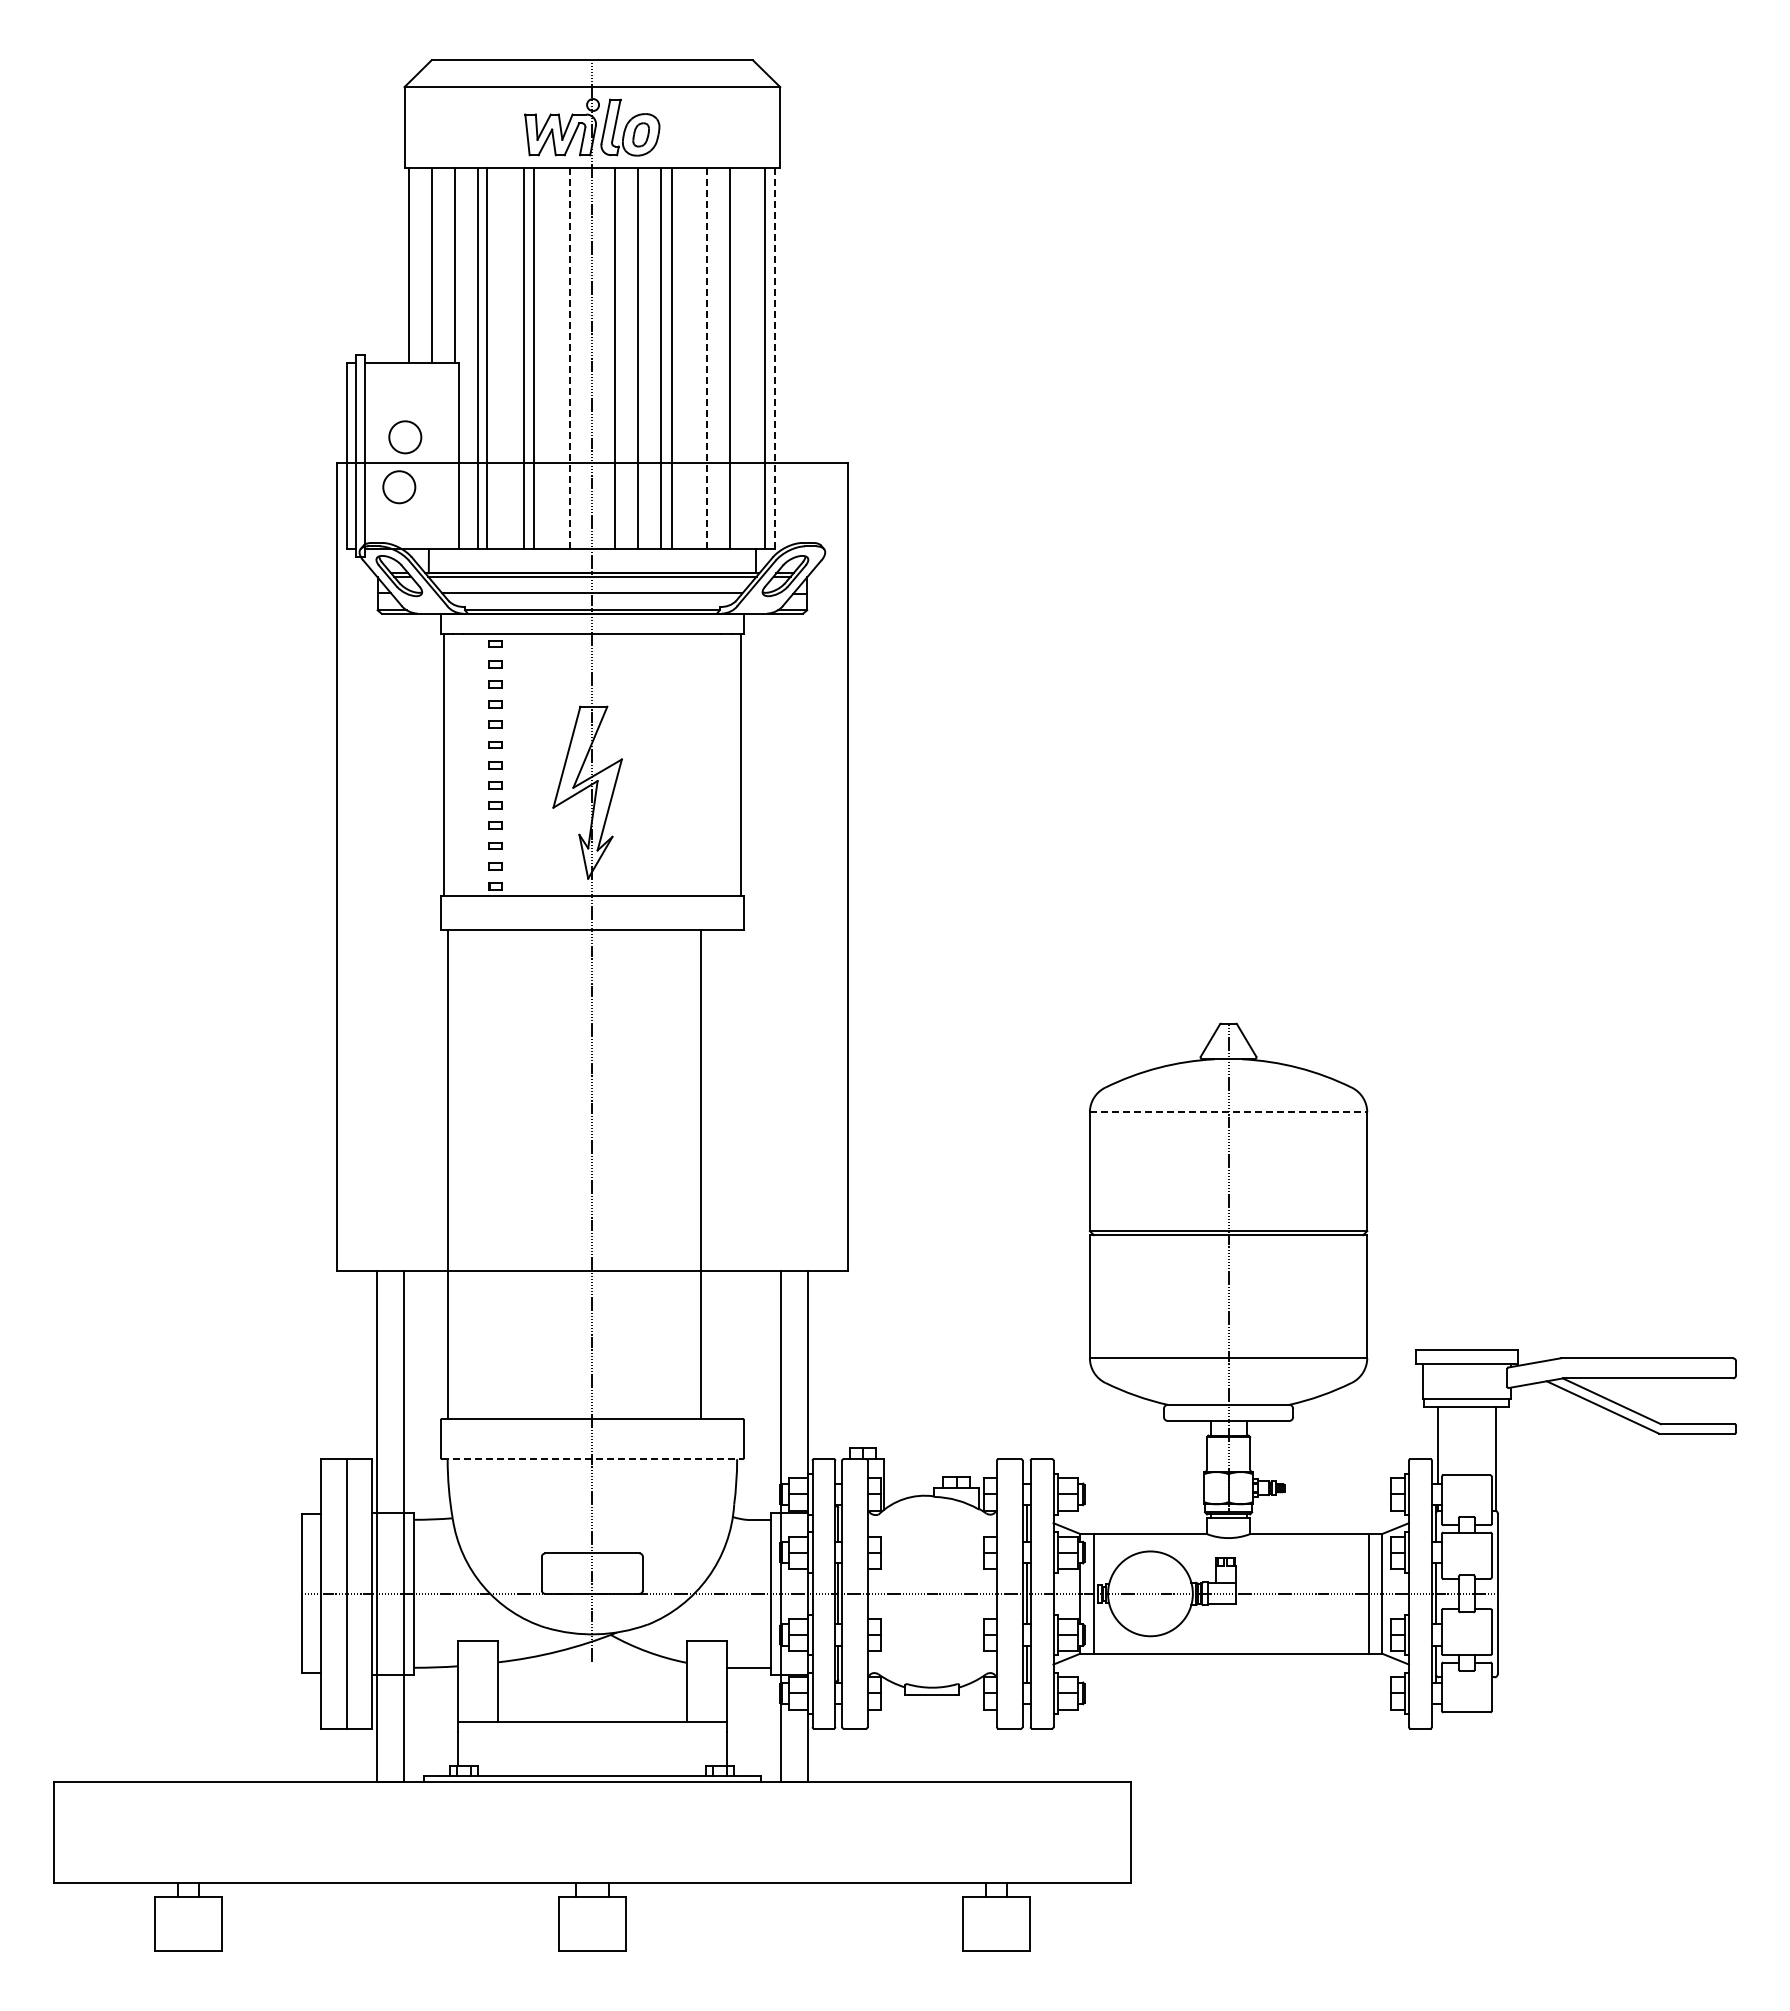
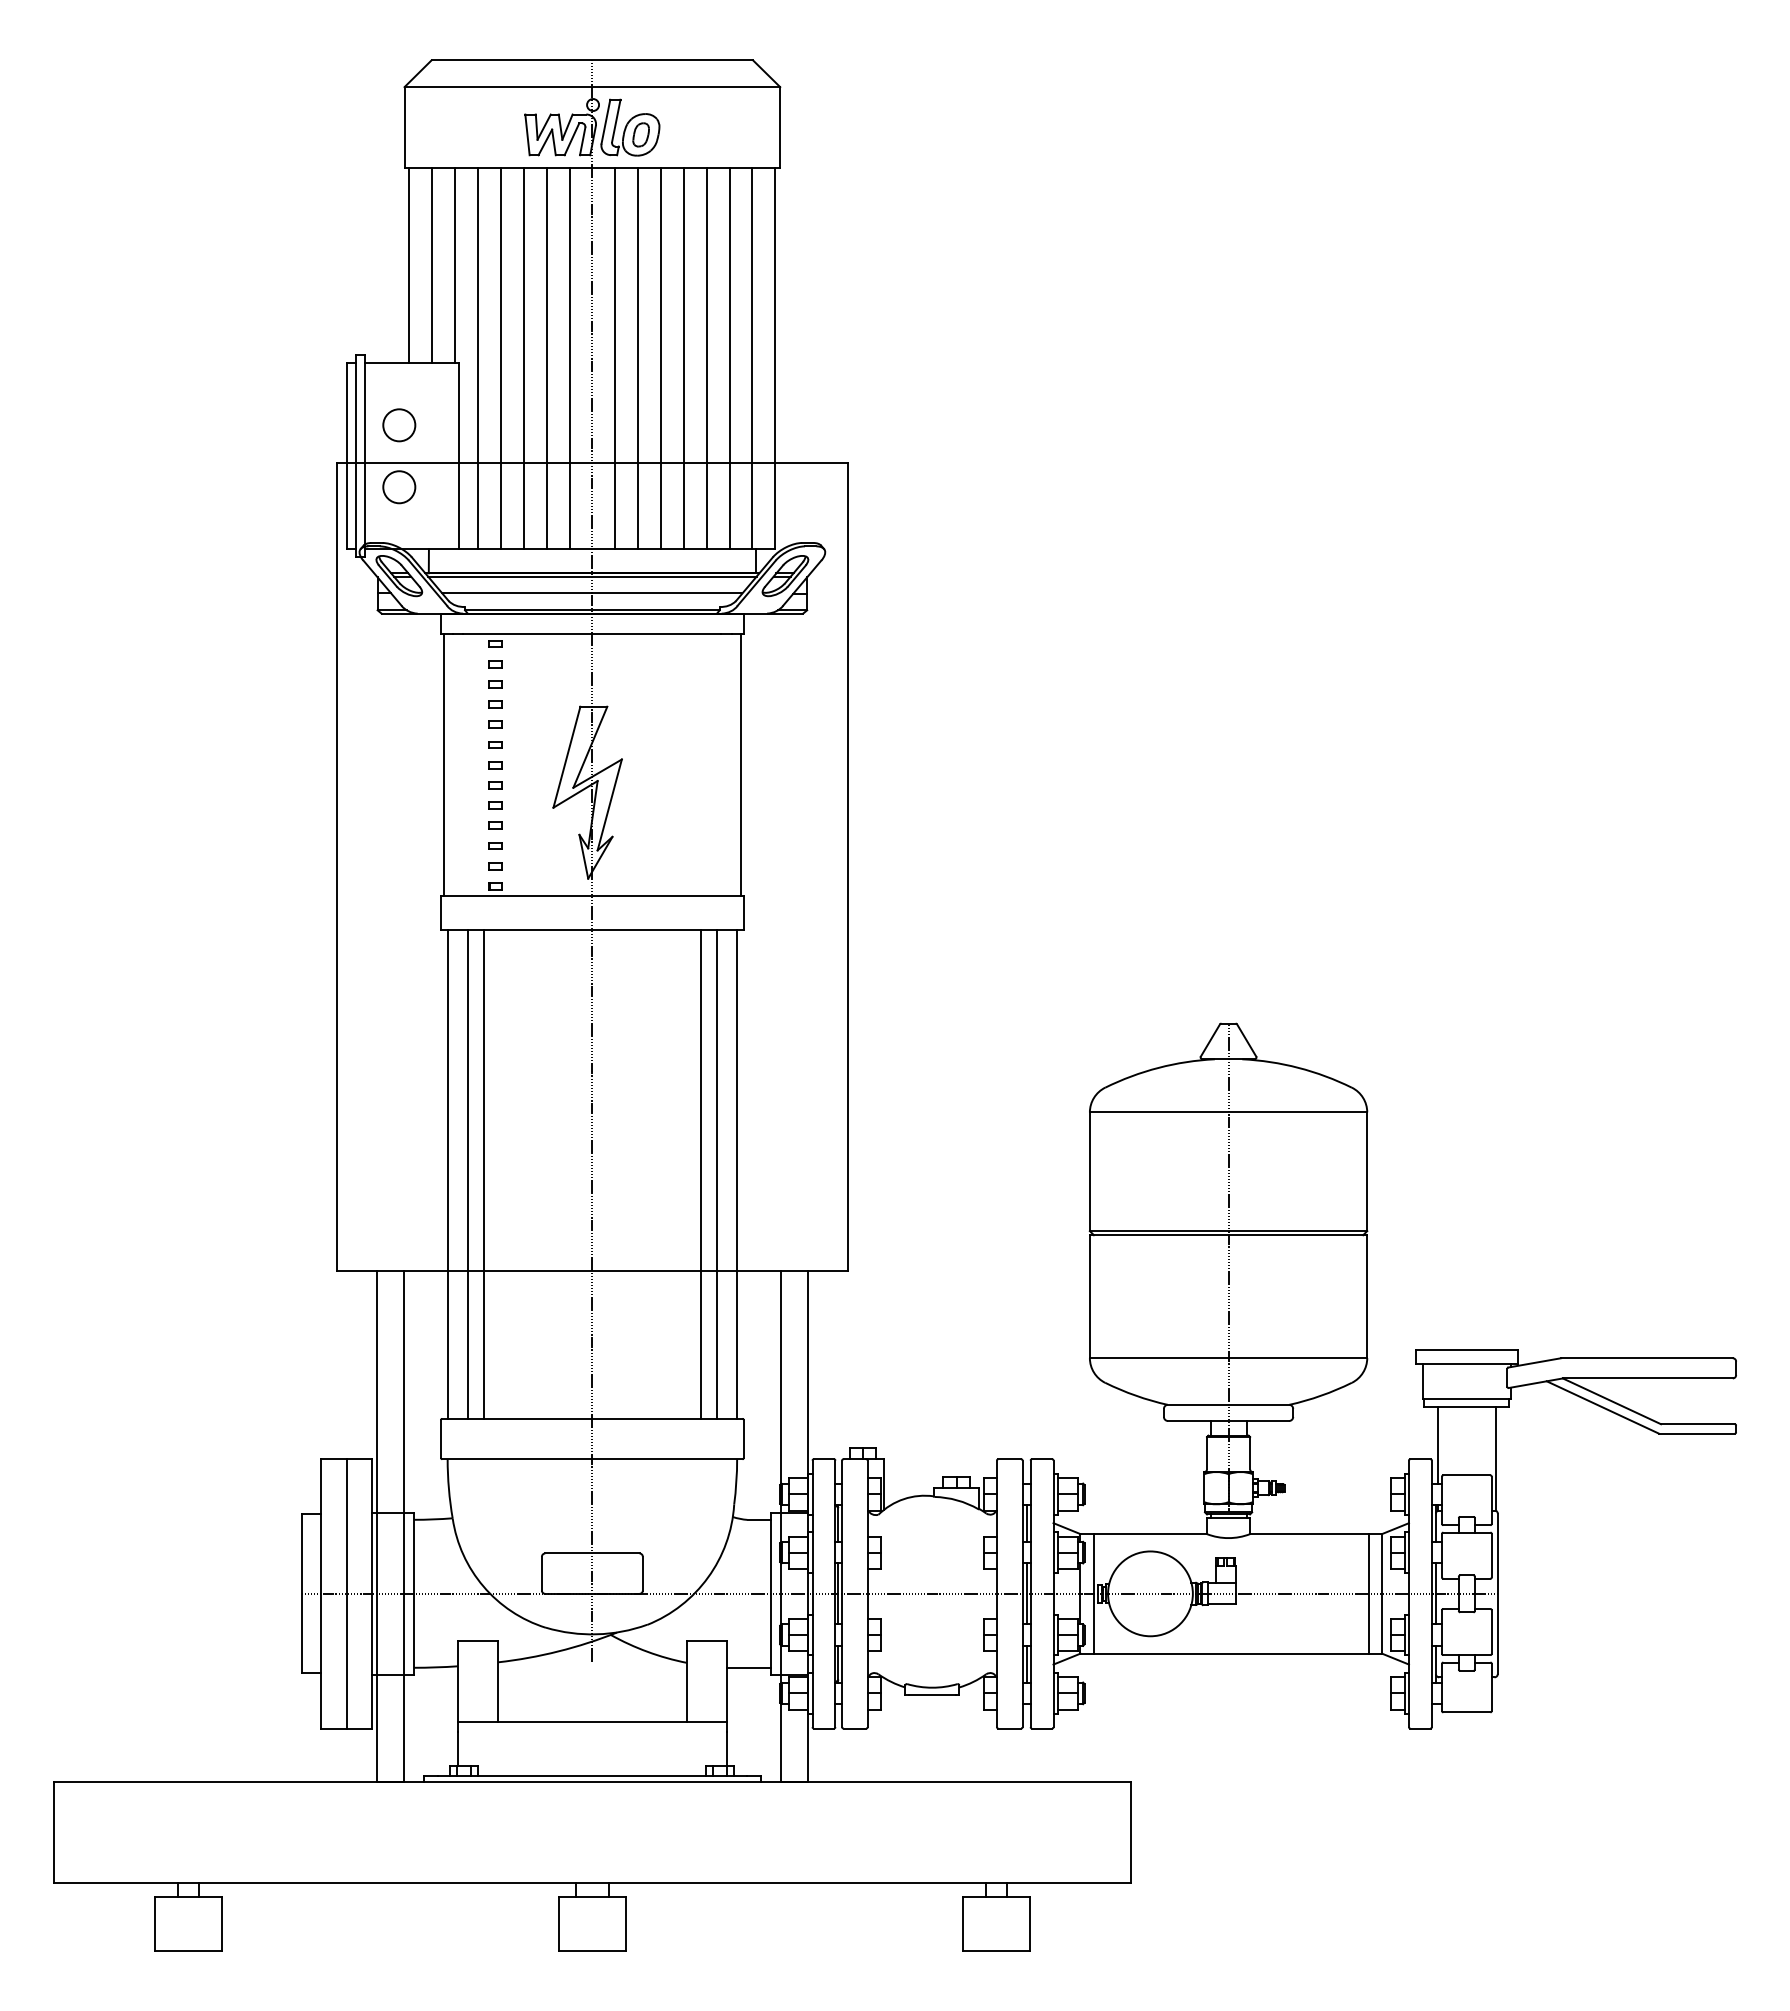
line at (486, 358) position: (486, 358) -> (500, 358)
line at (533, 358) position: (533, 358) -> (546, 358)
line at (569, 358): dashed -> solid
line at (671, 358) position: (671, 358) -> (683, 358)
line at (706, 358): dashed -> solid
line at (765, 358) position: (765, 358) -> (752, 358)
line at (775, 358): dashed -> solid
circle at (405, 437) position: (405, 437) -> (399, 425)
line at (1228, 1112): dashed -> solid
line at (467, 1174): none -> present
line at (483, 1174): none -> present
line at (717, 1174): none -> present
line at (737, 1174): none -> present
line at (592, 1459): dashed -> solid
